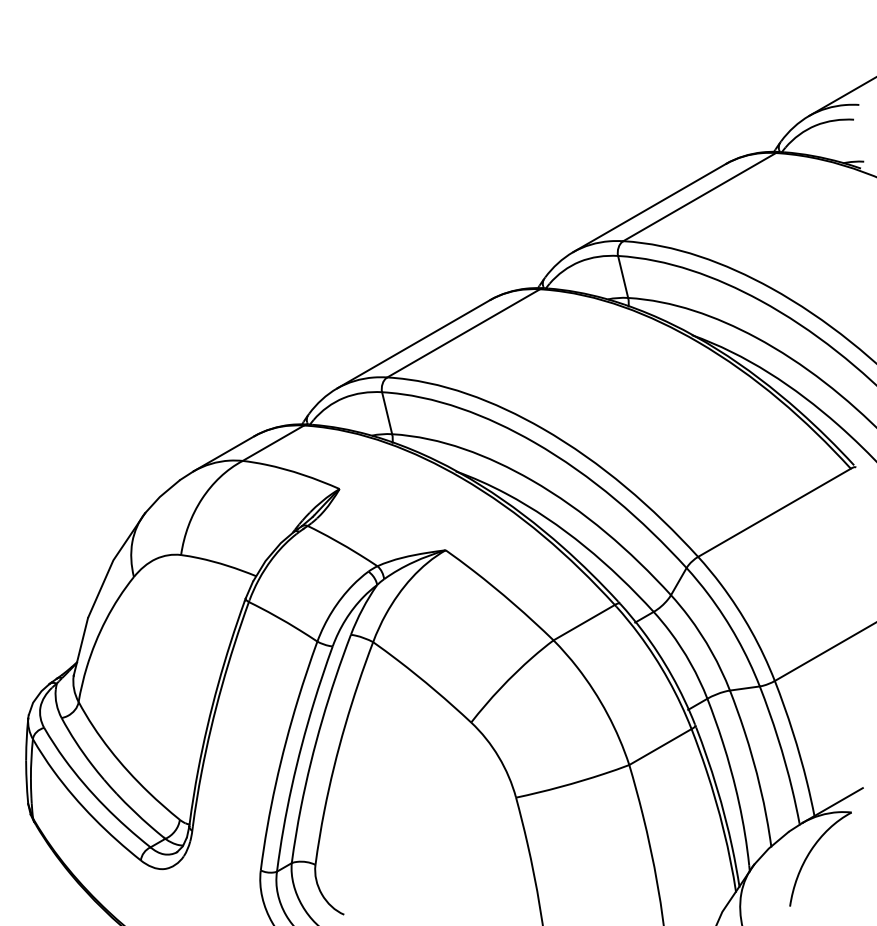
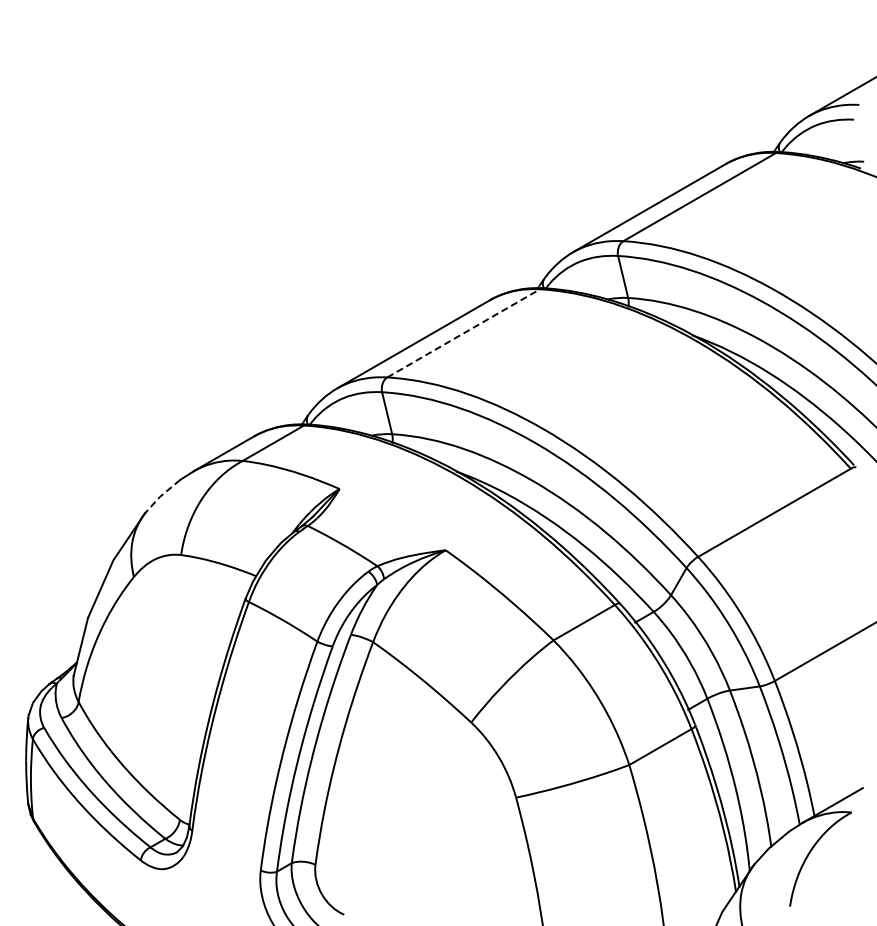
line at (464, 333): solid -> dashed
line at (161, 495): solid -> dashed
